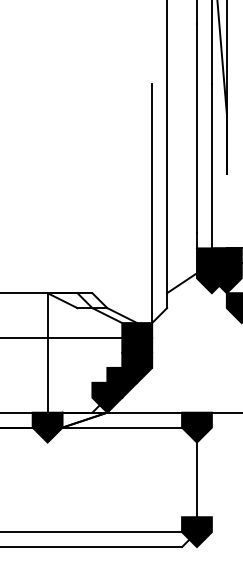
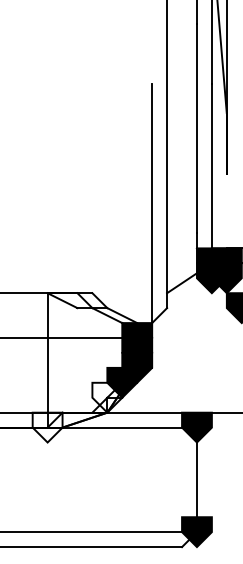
fill at (107, 397): present -> none
fill at (47, 427): present -> none
